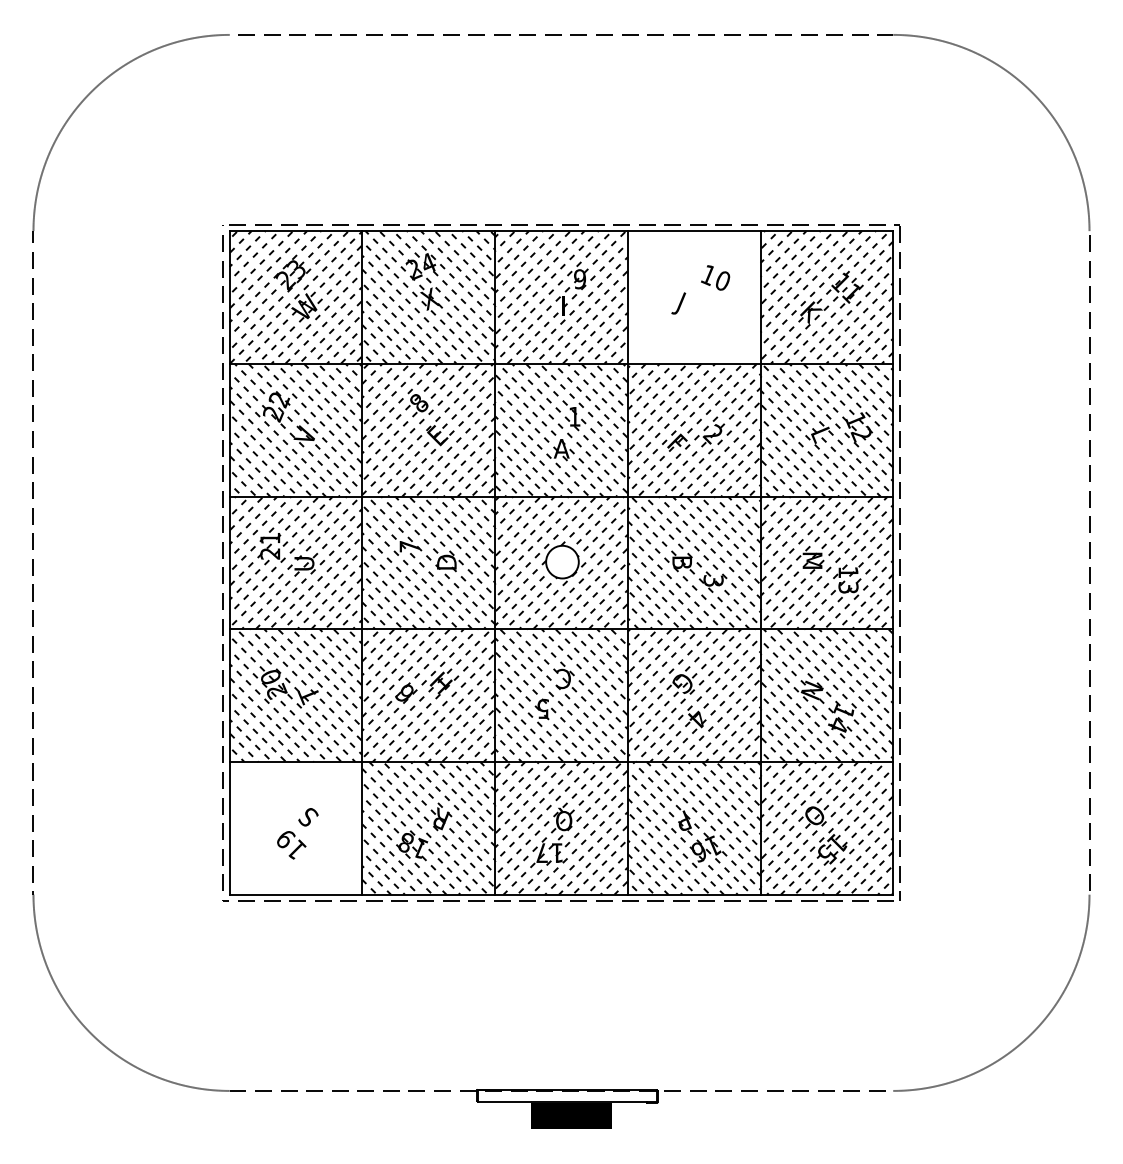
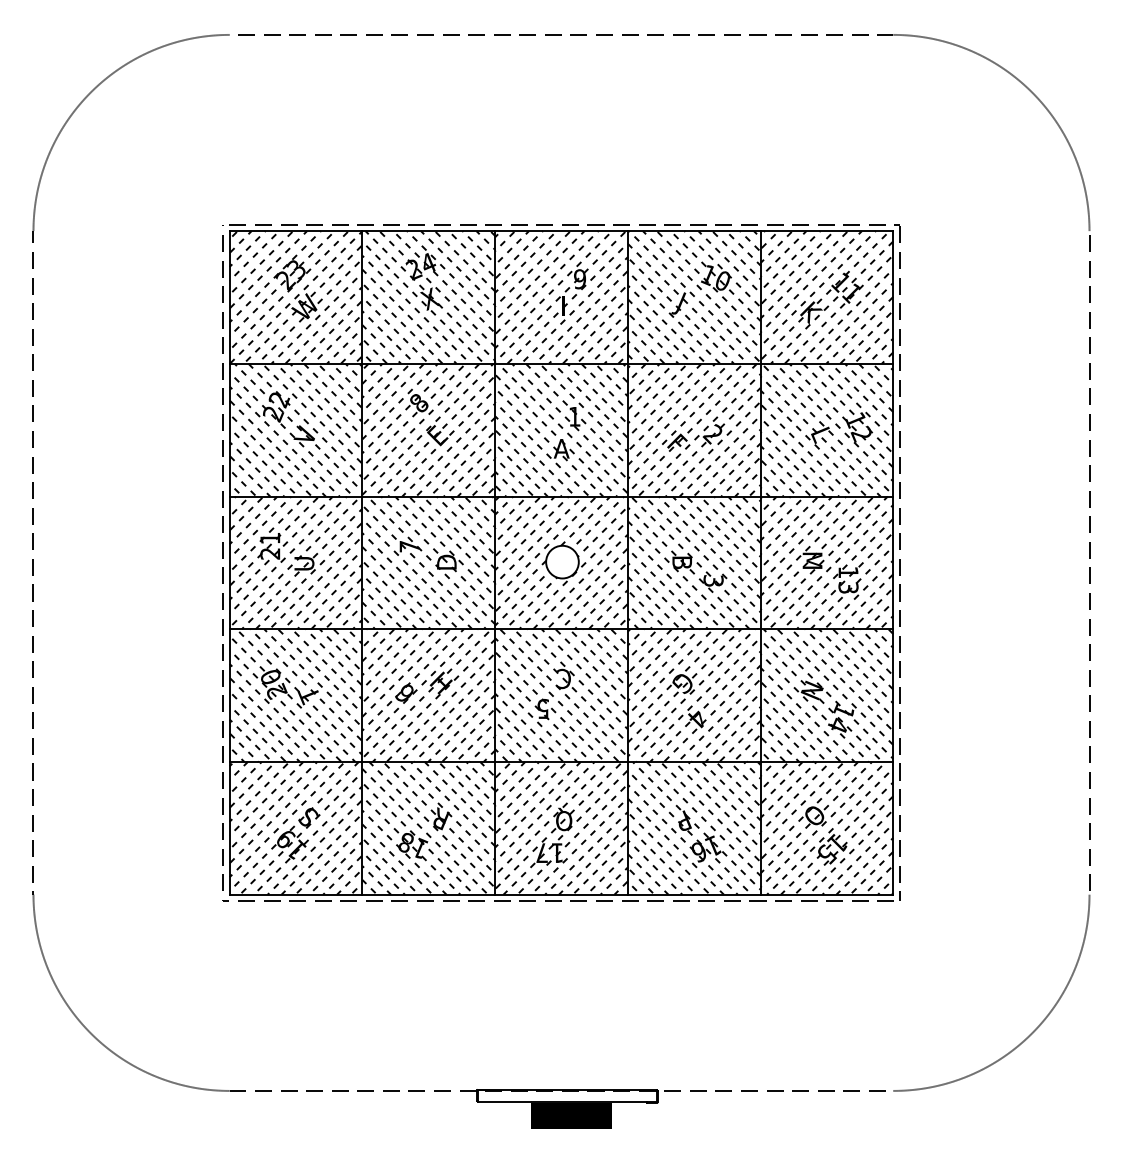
hatch at (693, 297): none -> present
hatch at (295, 828): none -> present
